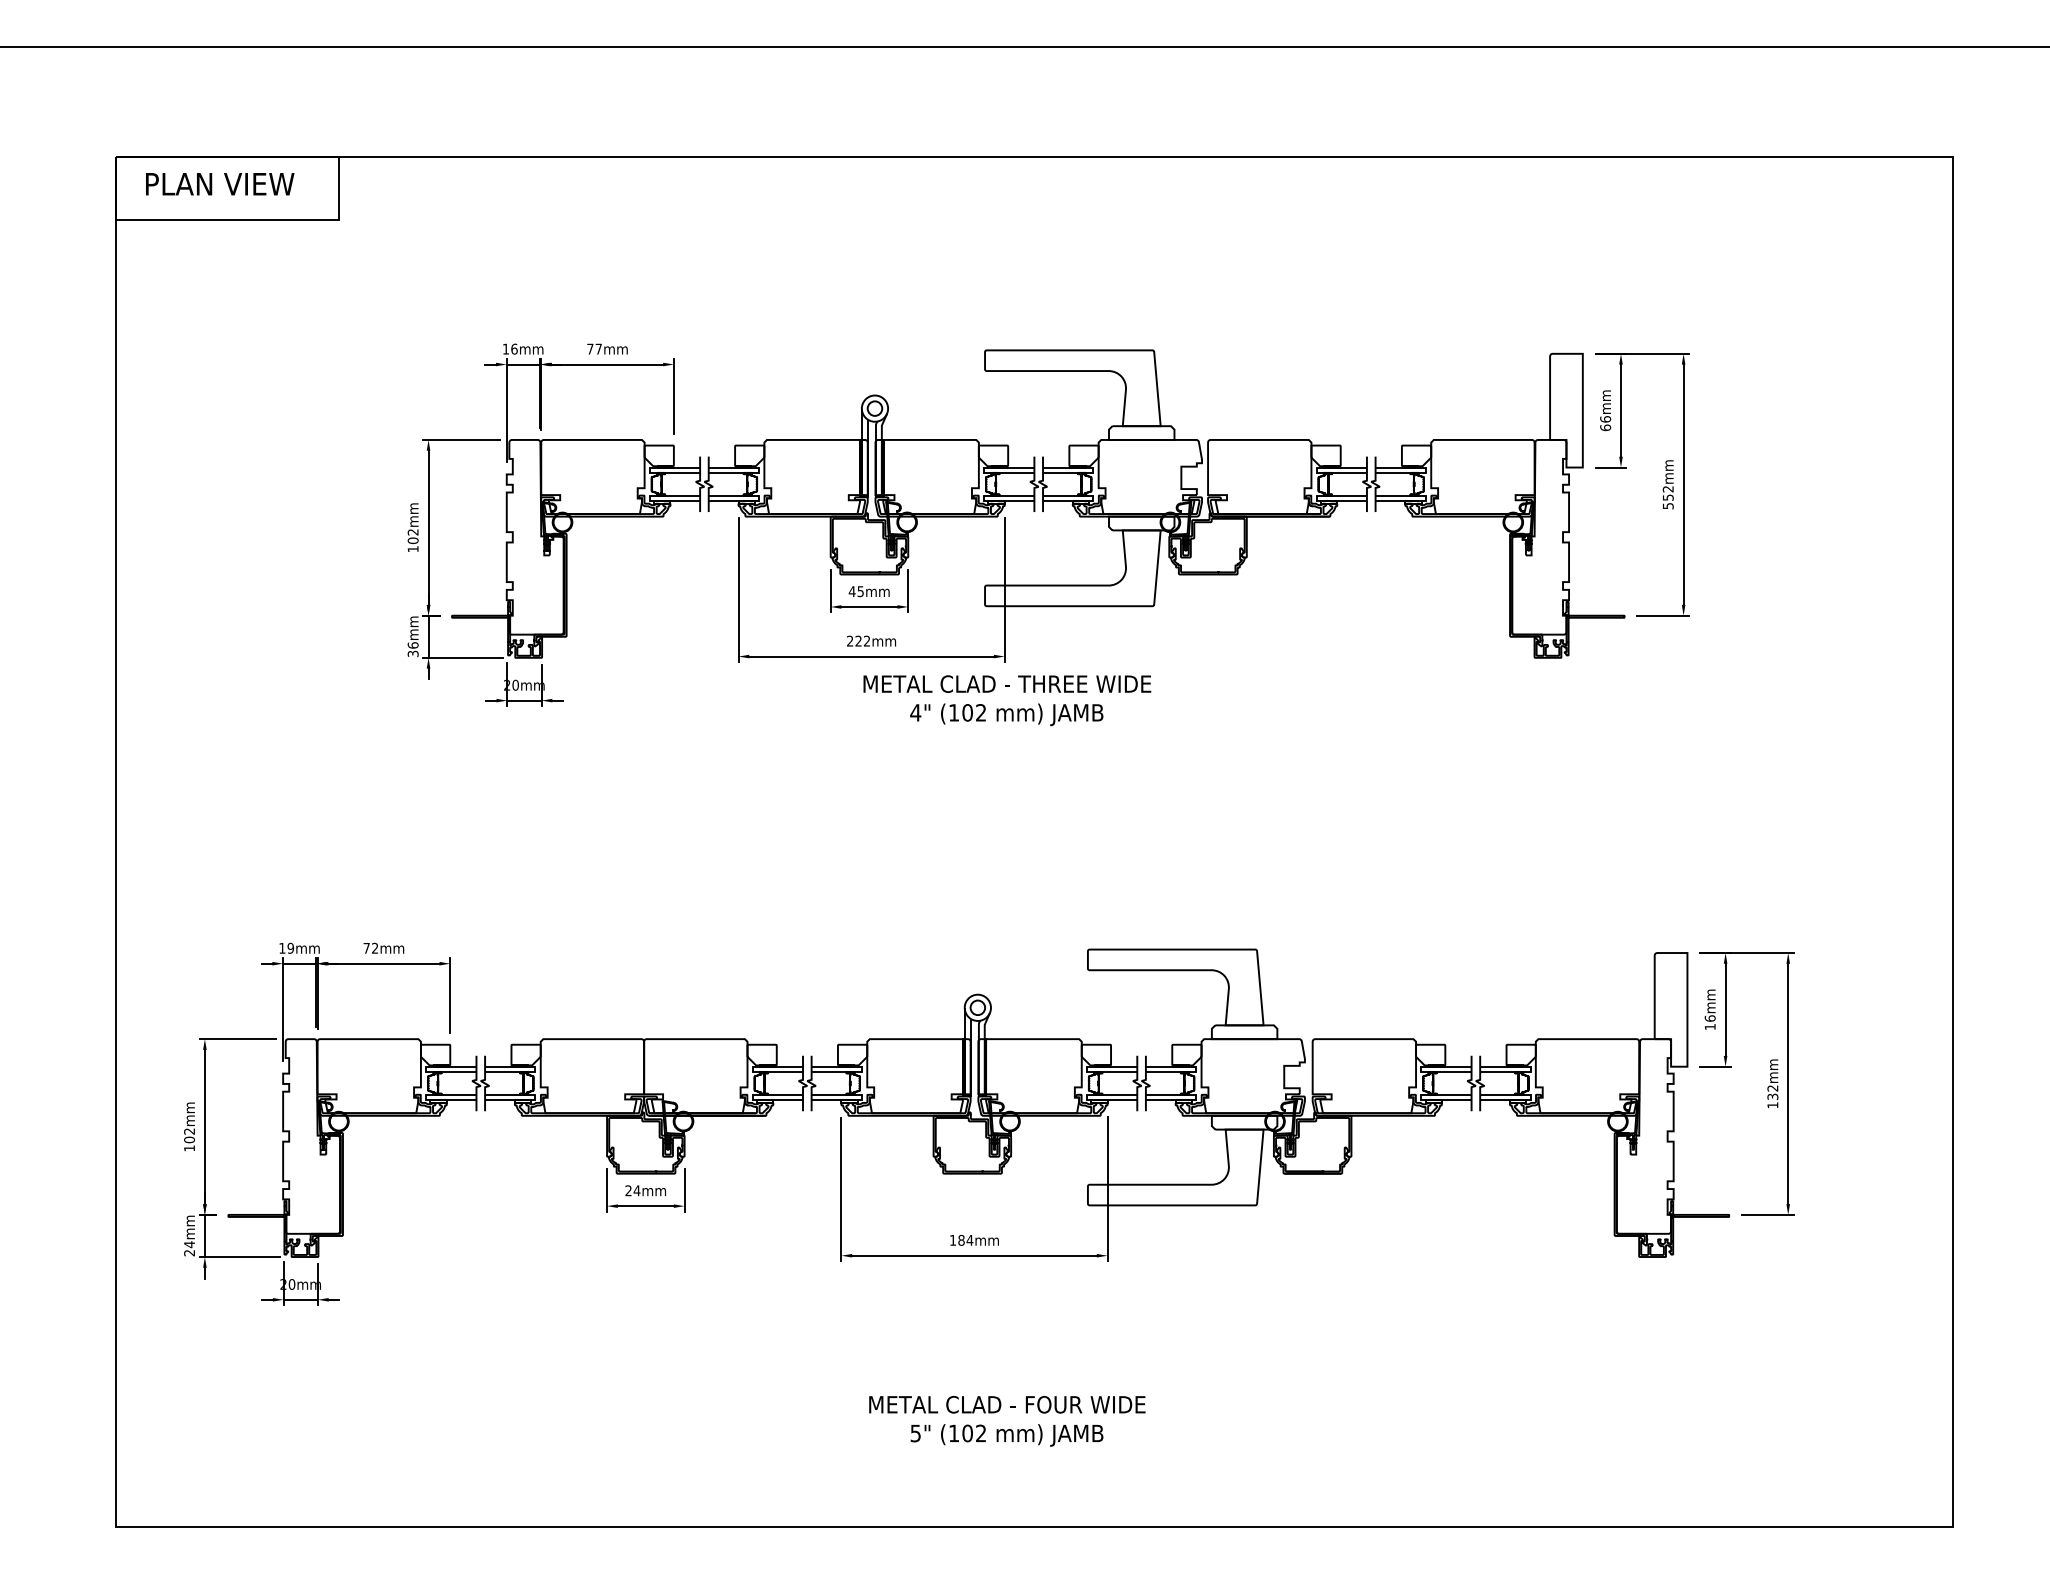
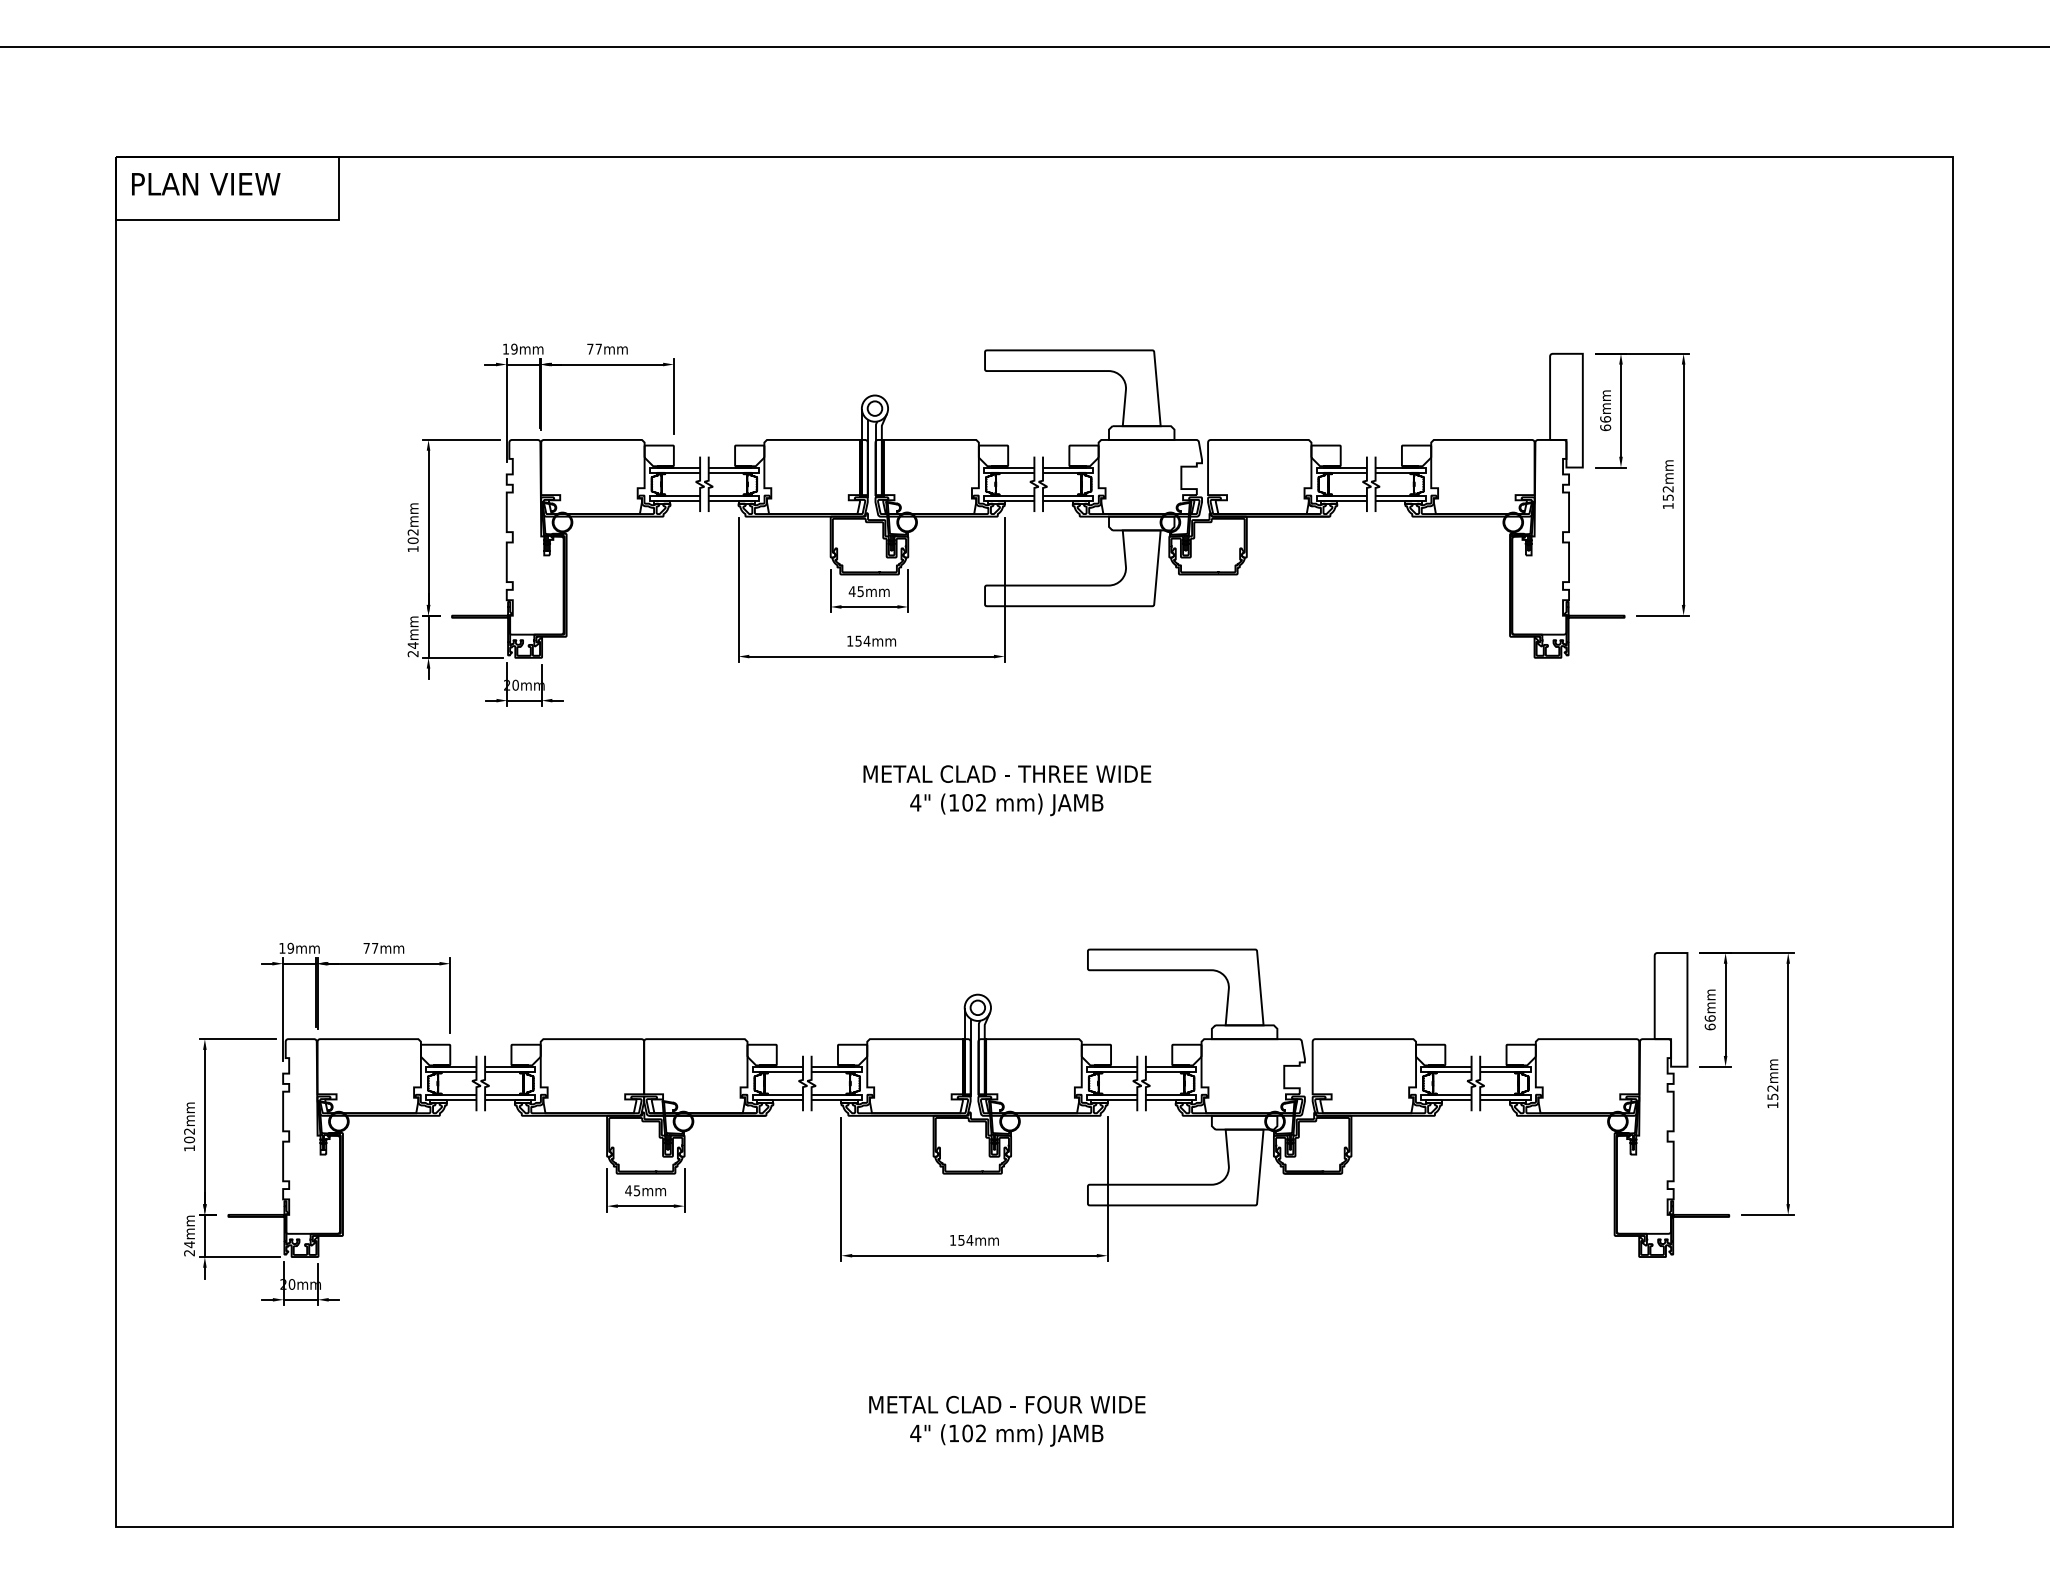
text at (220, 184) position: (220, 184) -> (206, 184)
text at (514, 348): 16mm -> 19mm
text at (1668, 506): 552mm -> 152mm
text at (858, 640): 222mm -> 154mm
text at (412, 649): 36mm -> 24mm
text at (1007, 700) position: (1007, 700) -> (1007, 790)
text at (375, 947): 72mm -> 77mm
text at (1709, 1026): 16mm -> 66mm
text at (1772, 1096): 132mm -> 152mm
text at (632, 1190): 24mm -> 45mm
text at (961, 1239): 184mm -> 154mm
text at (915, 1433): 5" -> 4"
